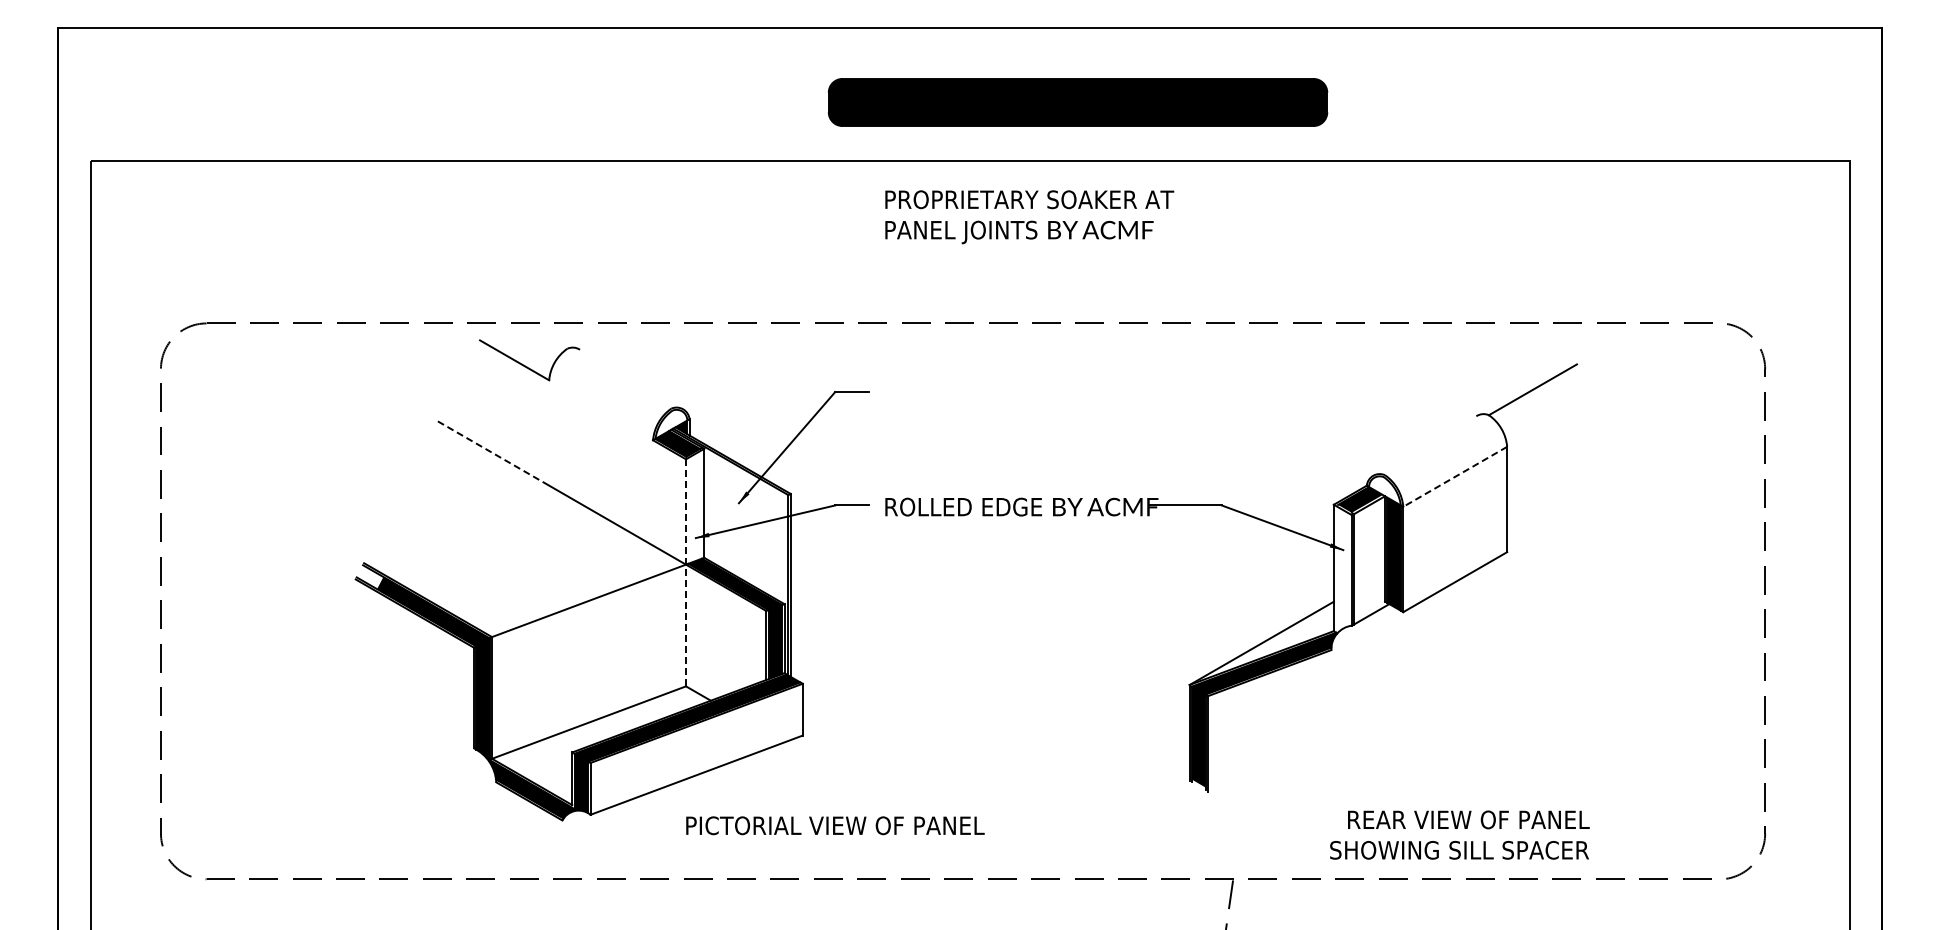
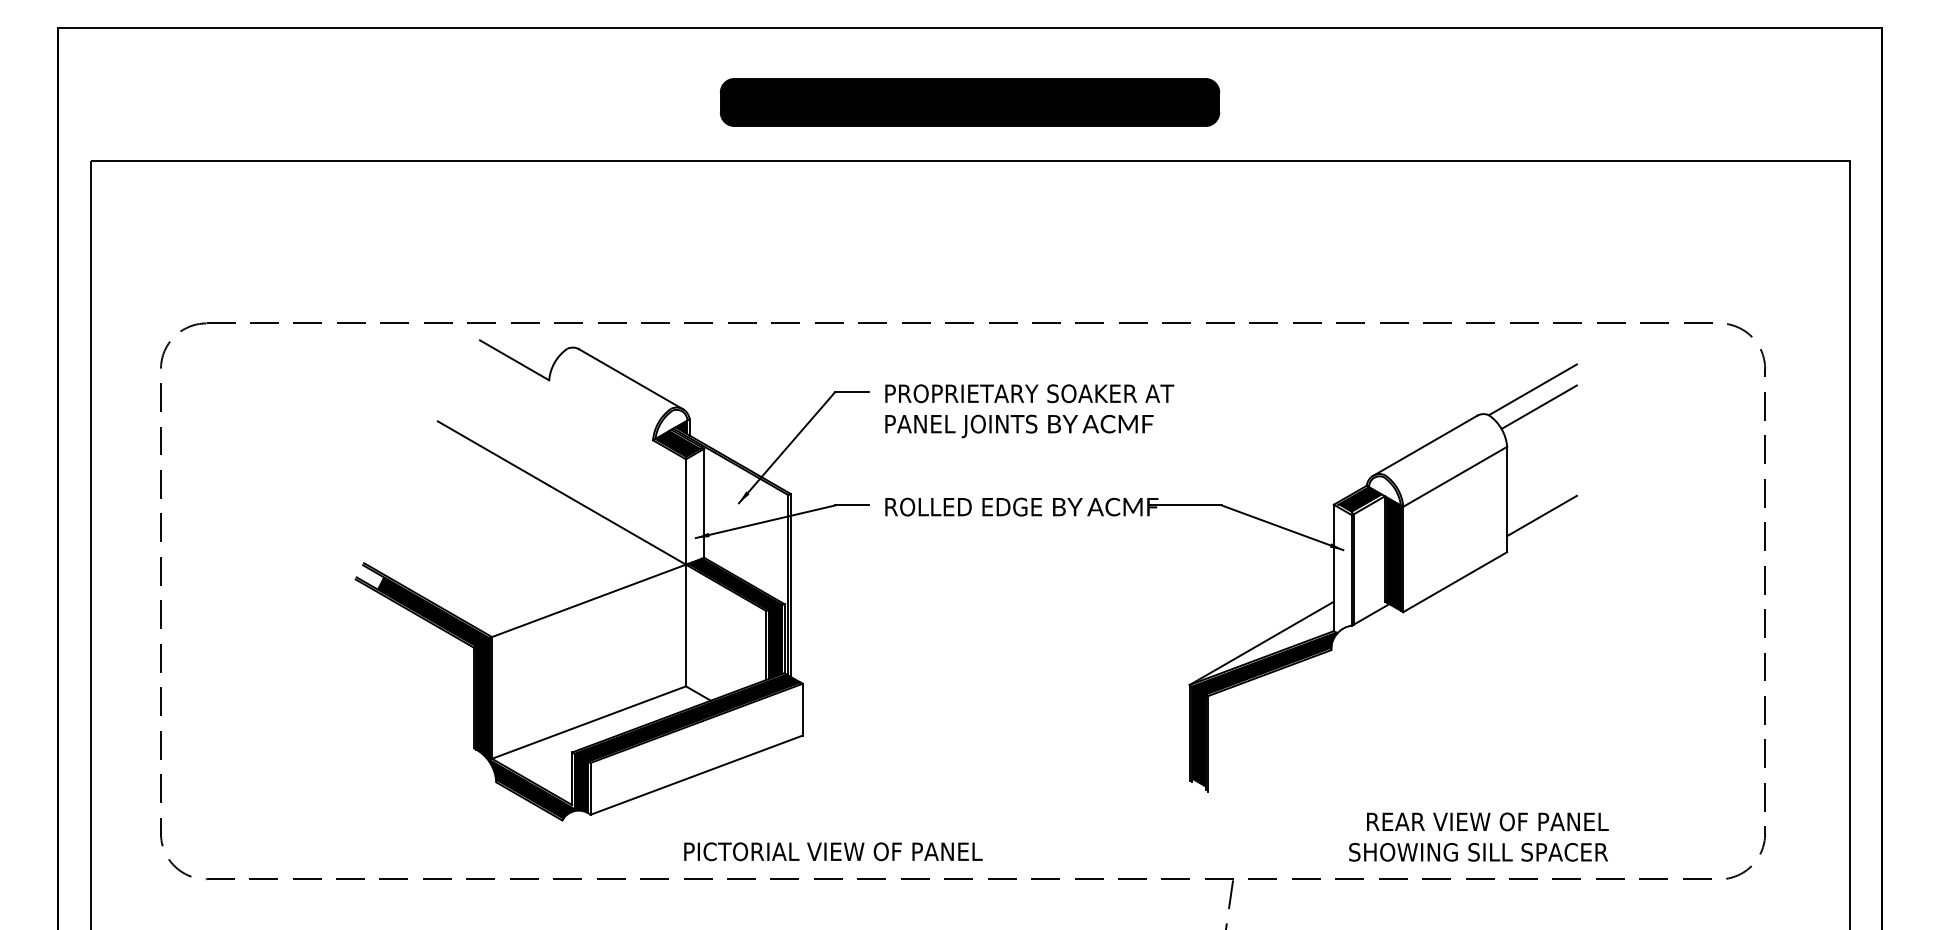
part at (1077, 102) position: (1077, 102) -> (969, 102)
text at (1029, 217) position: (1029, 217) -> (1029, 411)
line at (630, 378): none -> present
line at (1538, 407): none -> present
line at (1424, 445): none -> present
line at (493, 453): dashed -> solid
line at (1455, 476): dashed -> solid
line at (1541, 515): none -> present
line at (686, 572): dashed -> solid
text at (835, 825) position: (835, 825) -> (833, 851)
text at (1459, 834) position: (1459, 834) -> (1478, 836)
